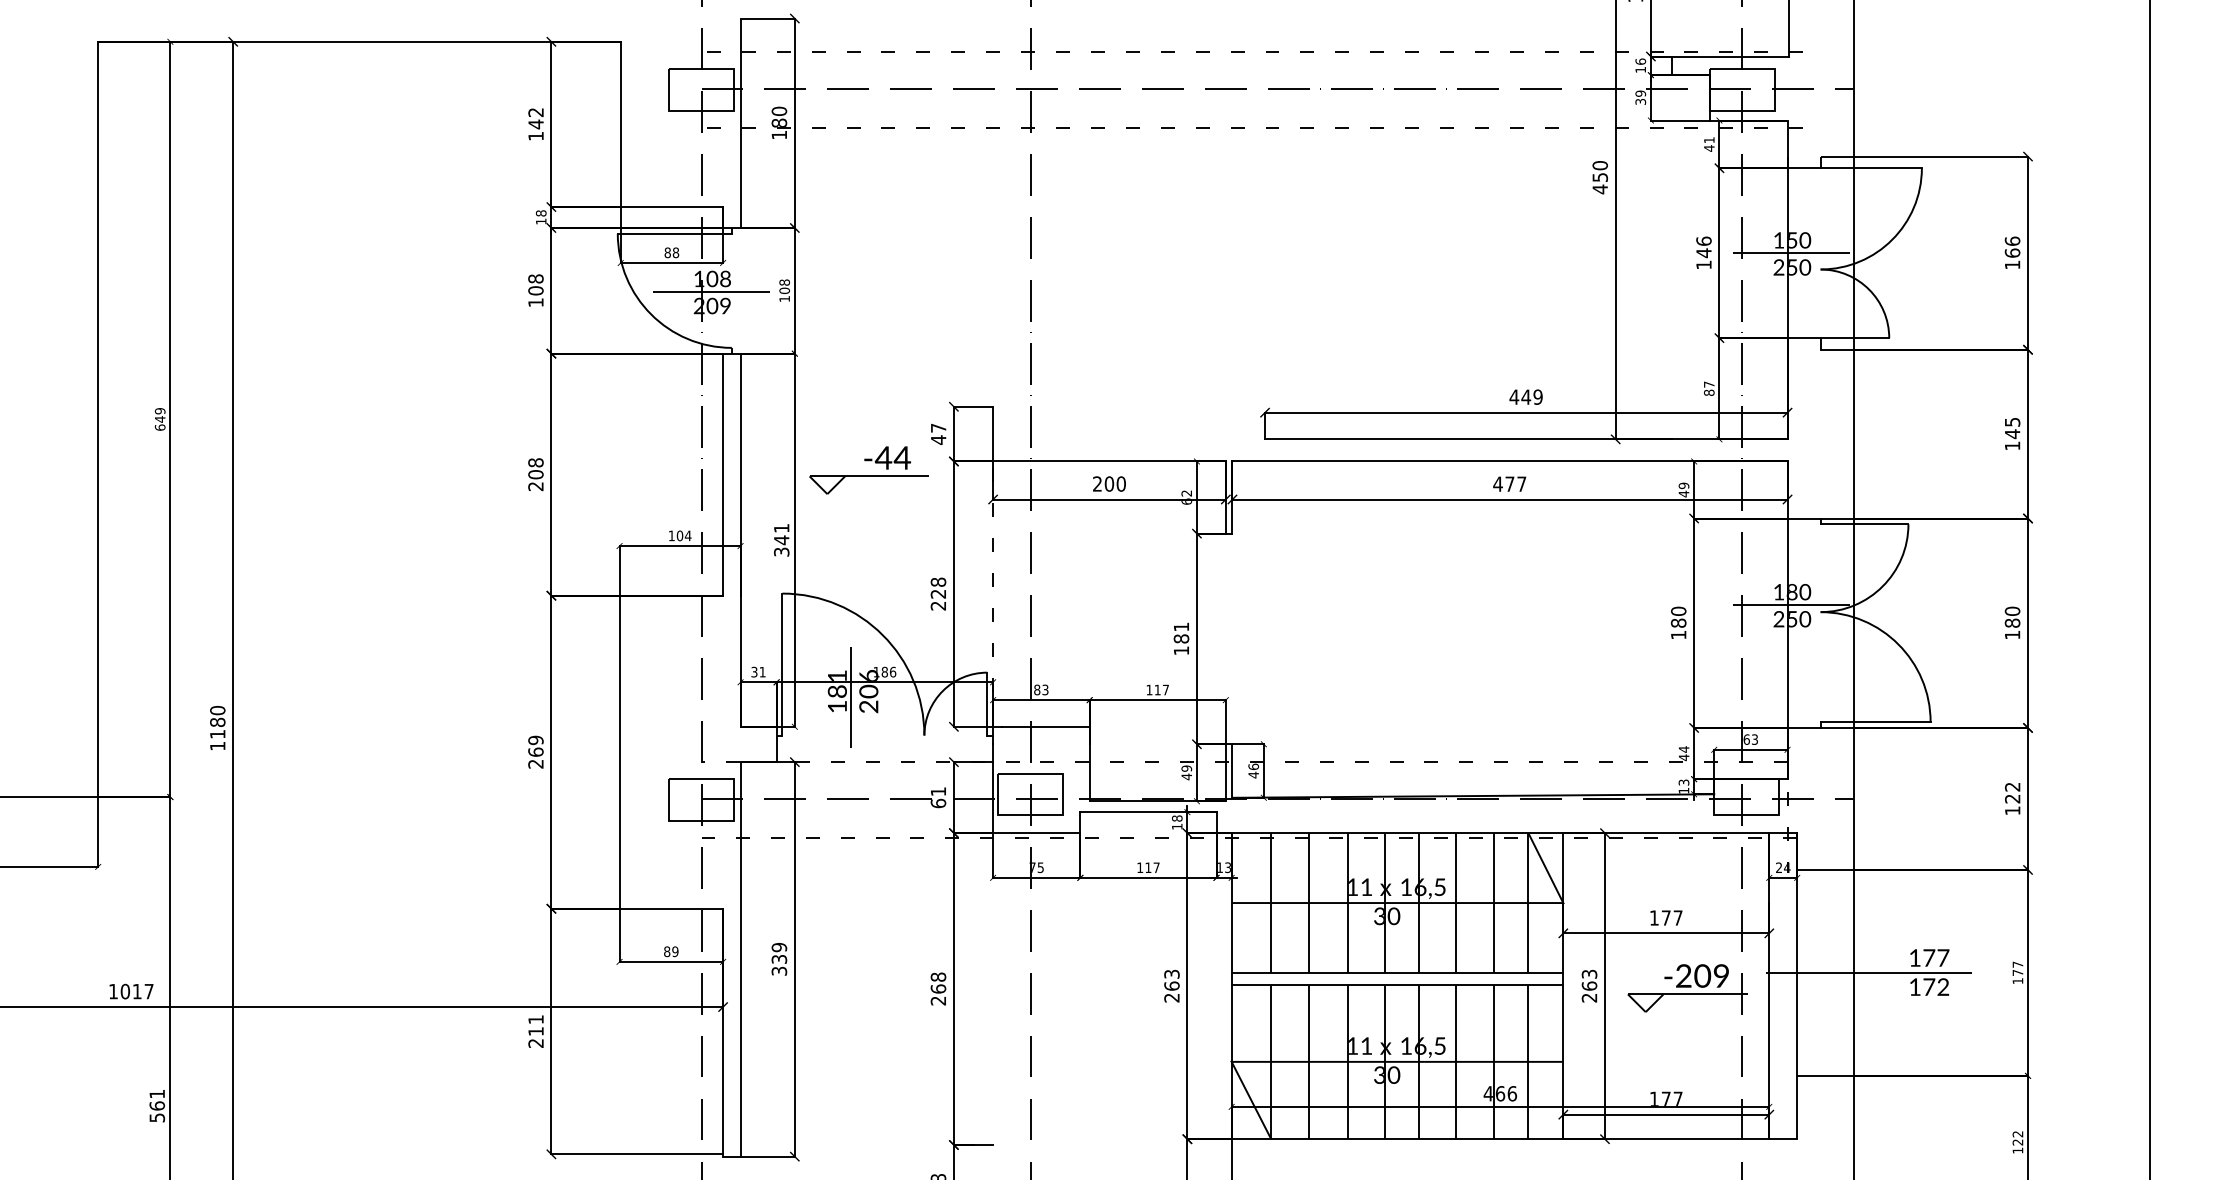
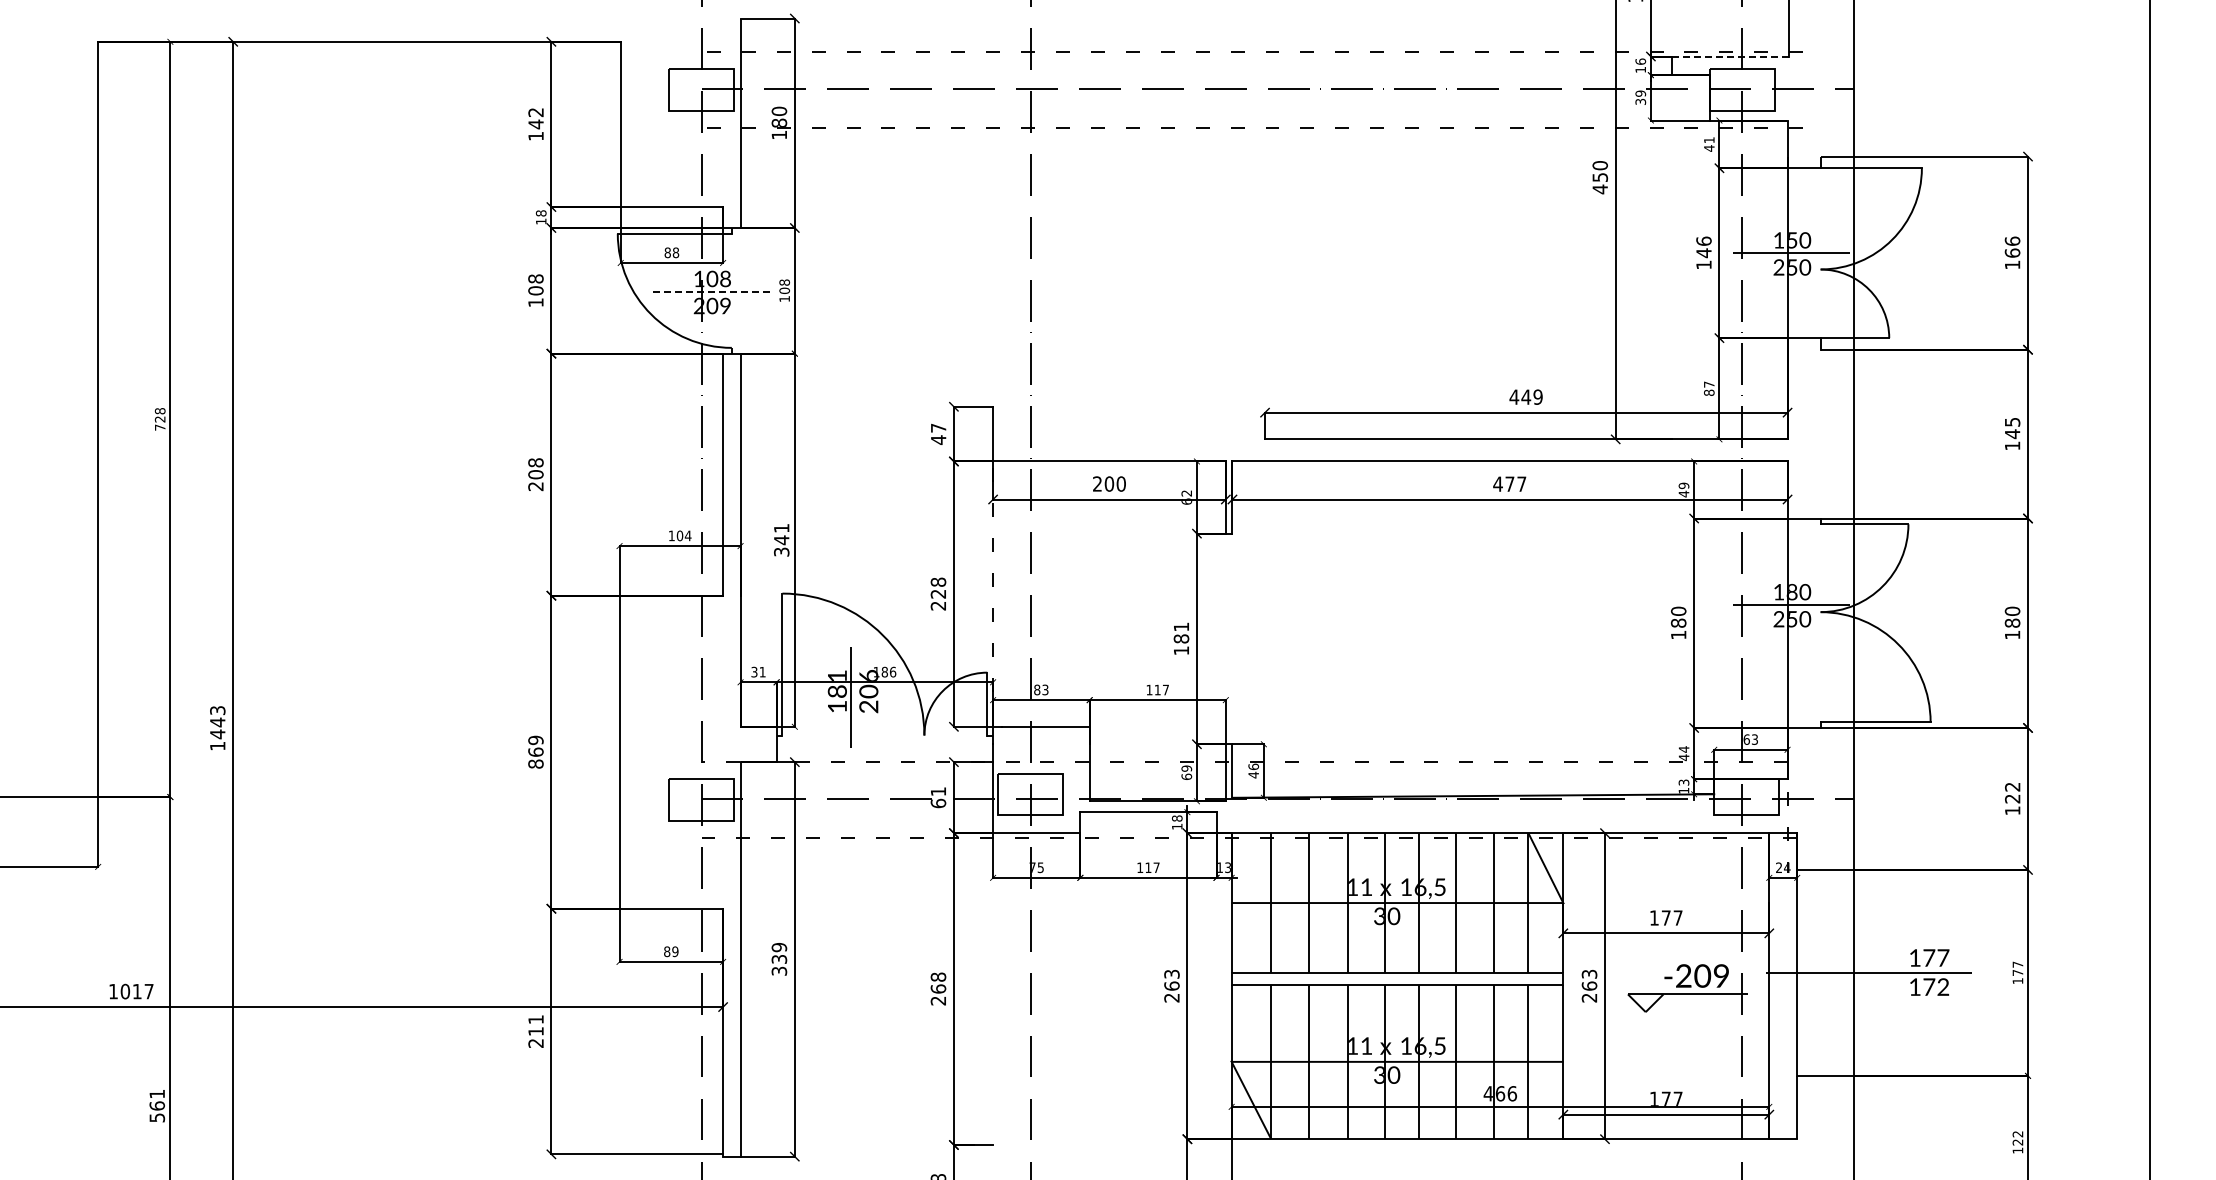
line at (1730, 56): solid -> dashed
line at (711, 291): solid -> dashed
text at (159, 419): 649 -> 728
part at (868, 470): present -> none
text at (217, 722): 1180 -> 1443
text at (535, 763): 269 -> 869
text at (1186, 776): 49 -> 69
